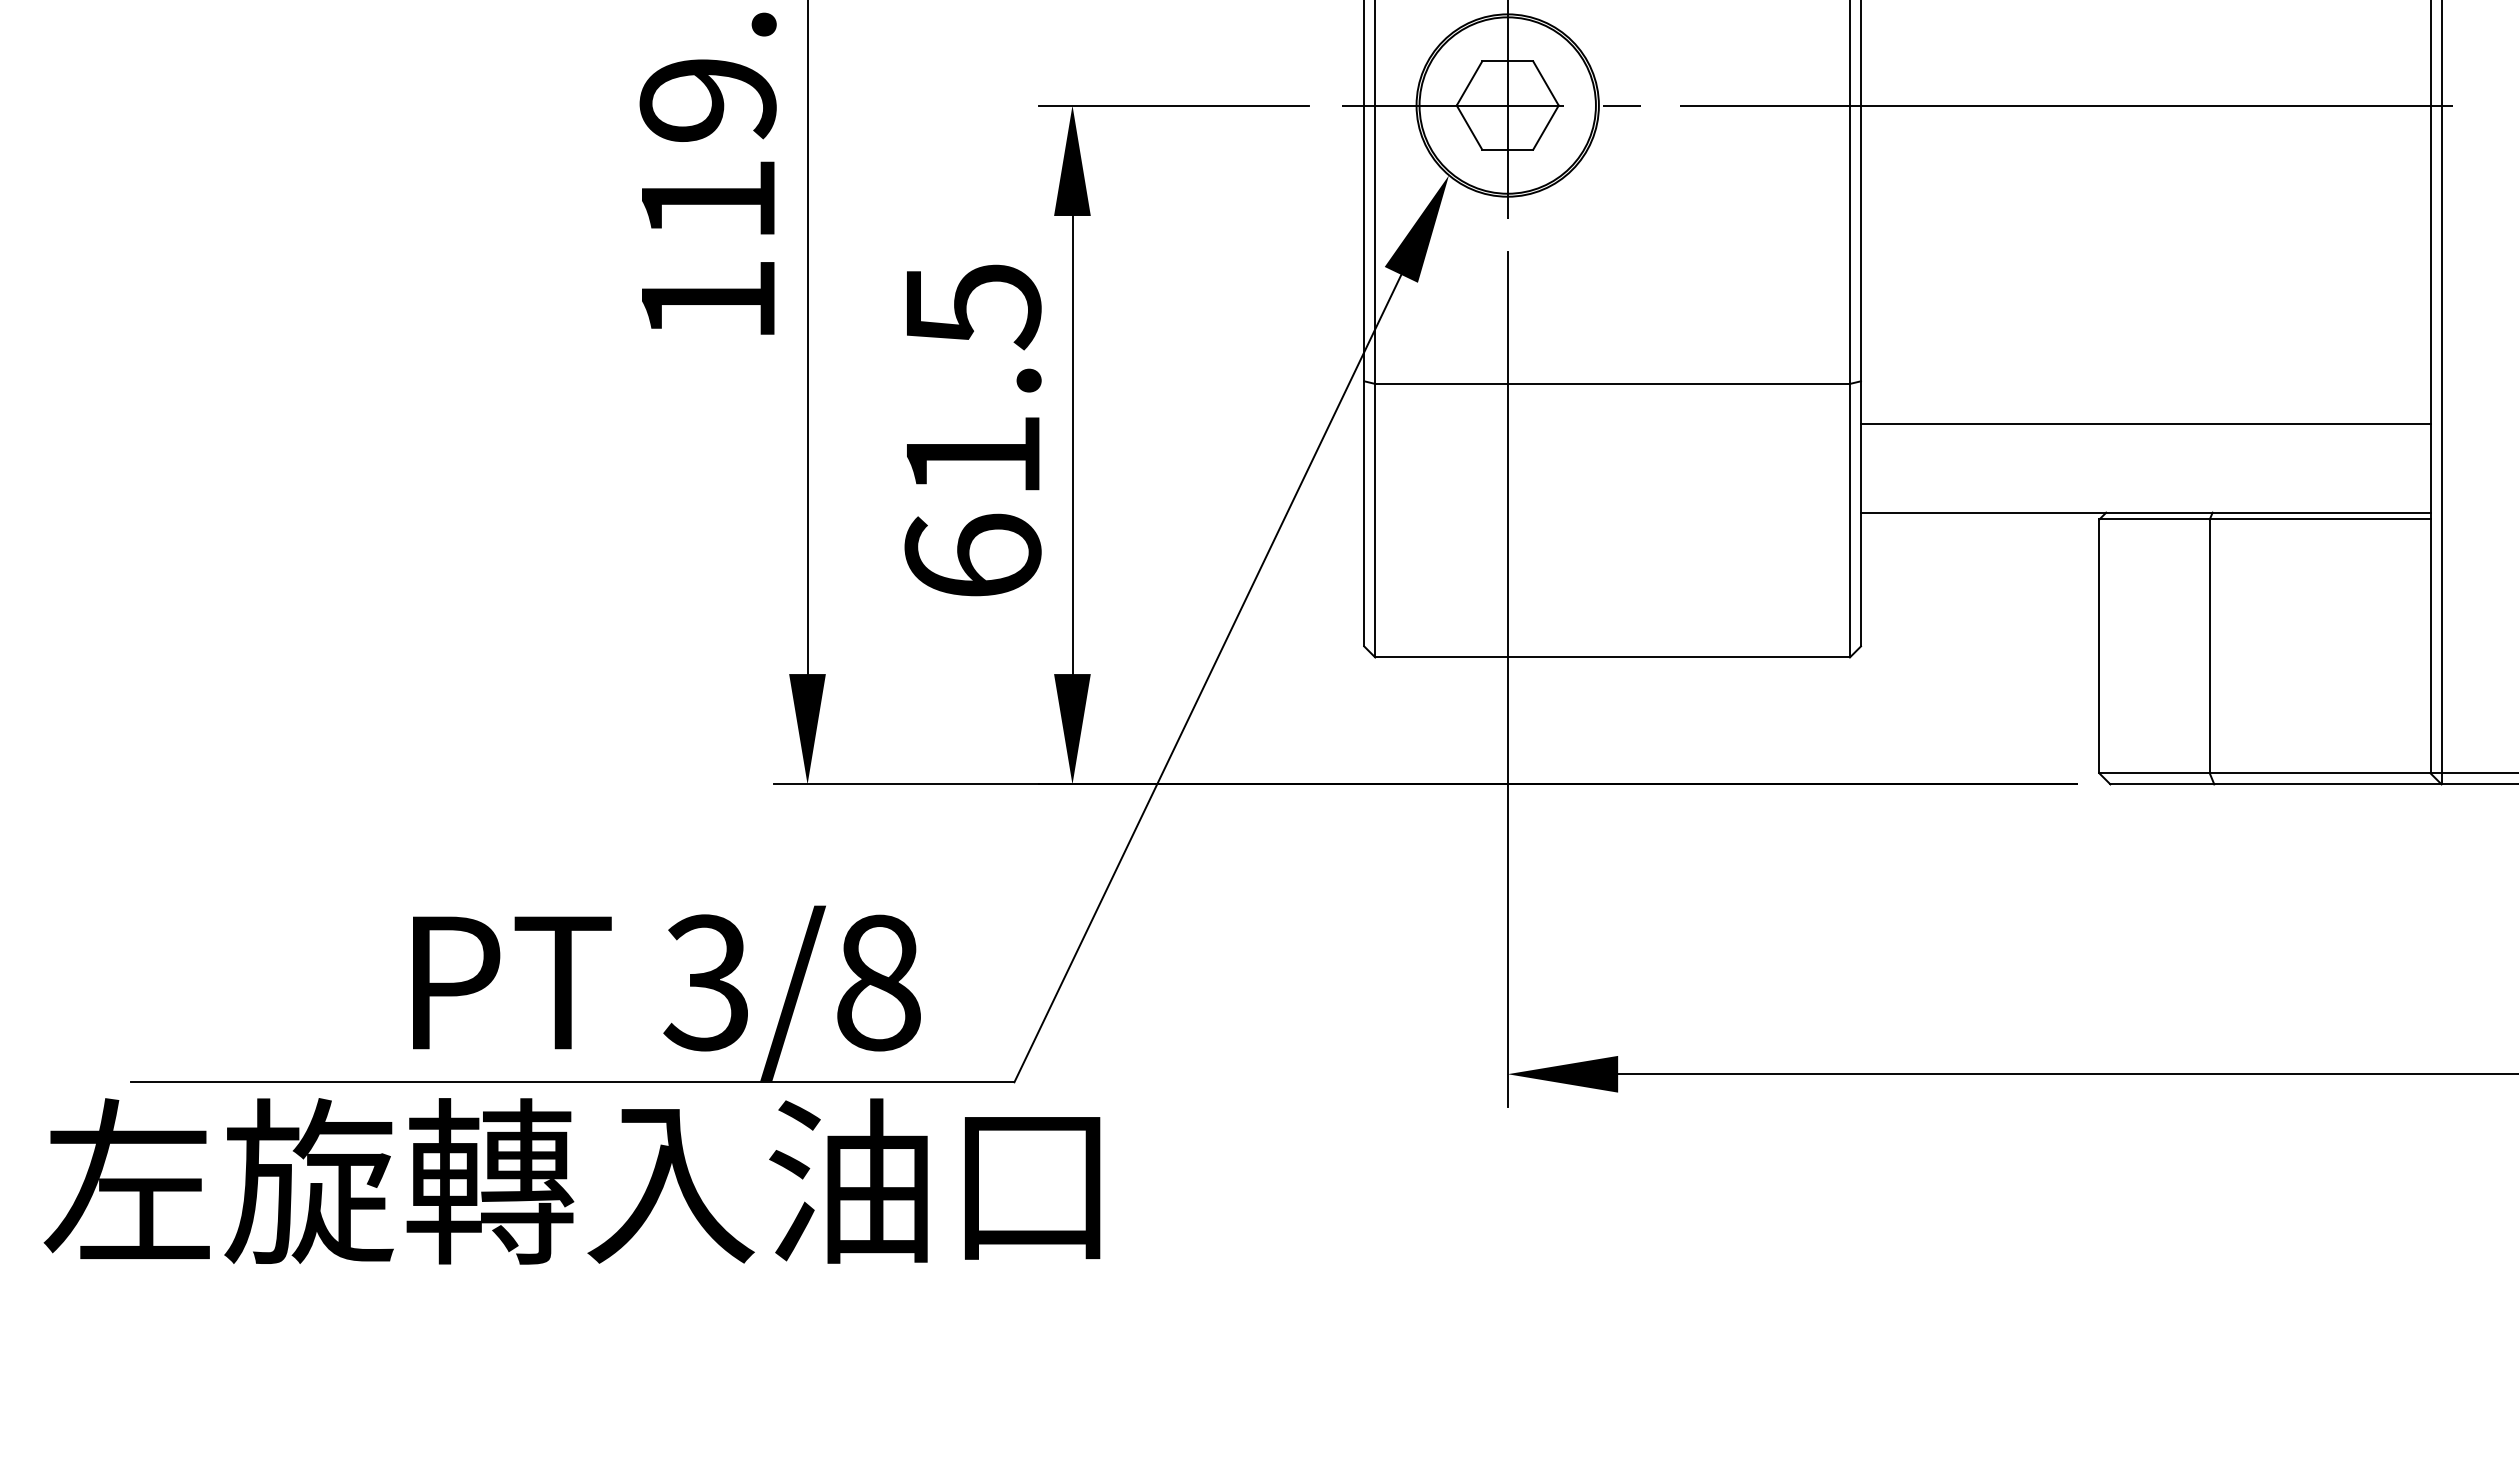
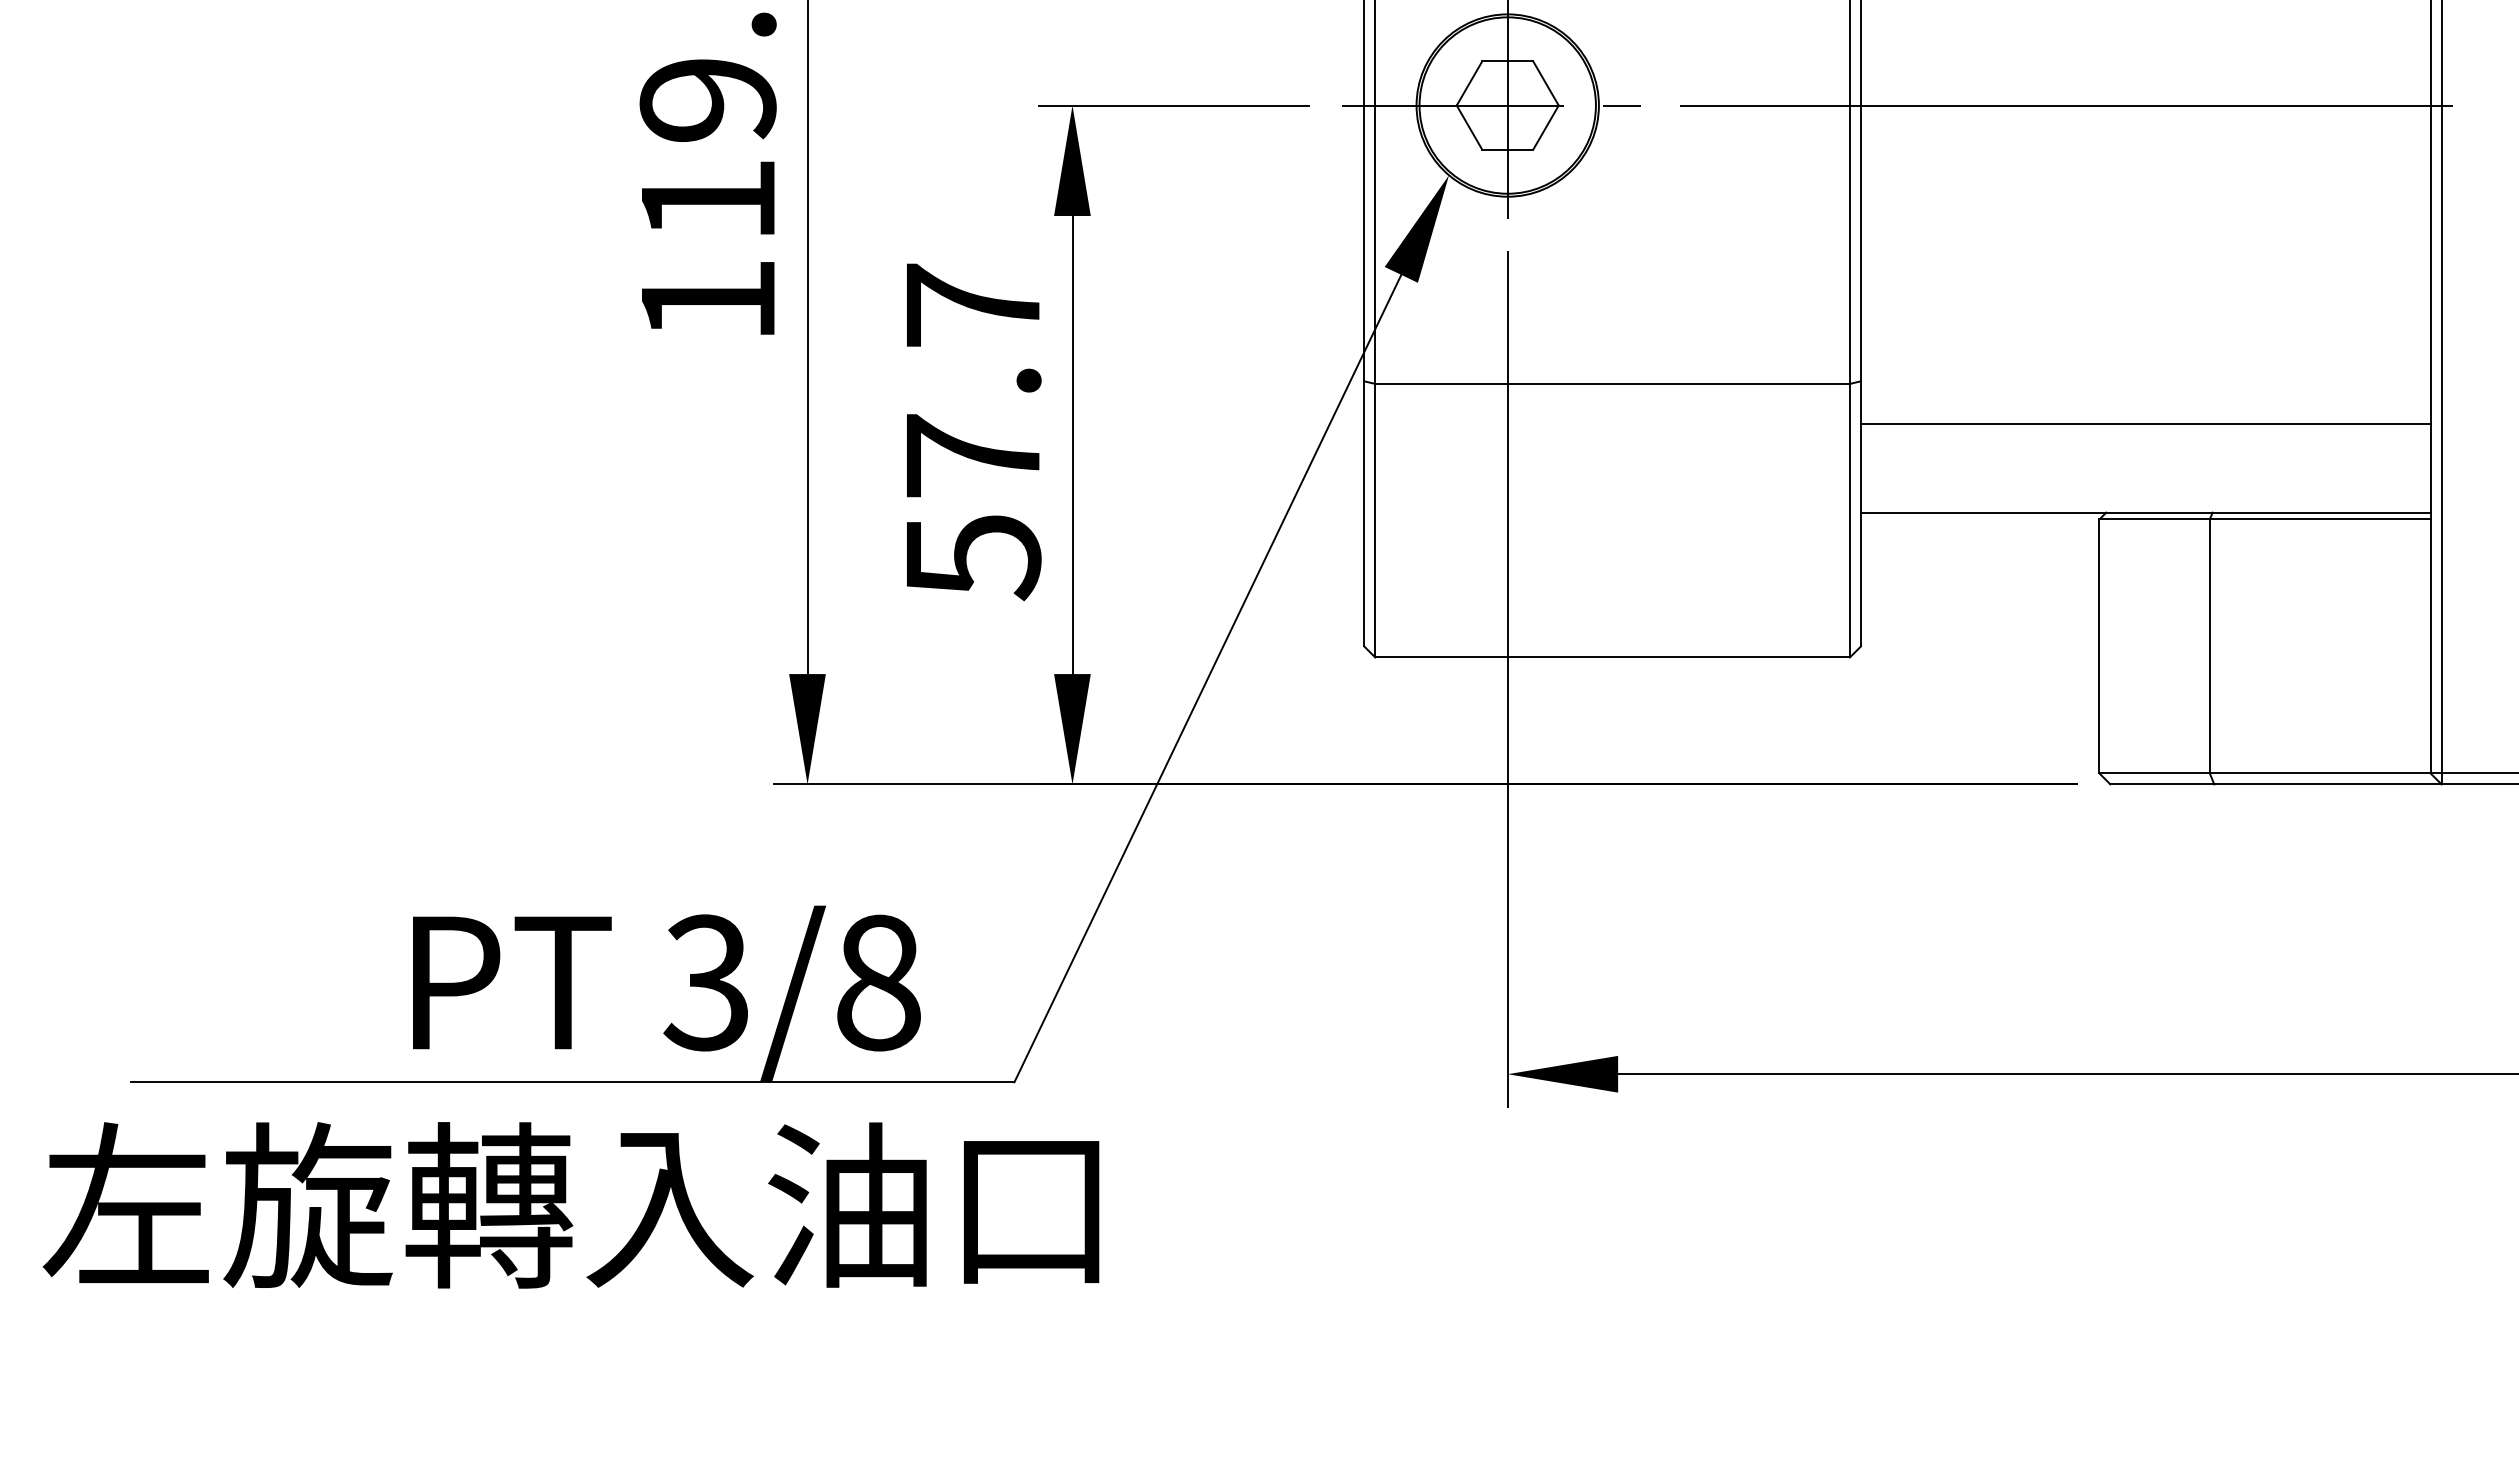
text at (972, 432): 61.5 -> 57.7
text at (571, 1181) position: (571, 1181) -> (570, 1205)
